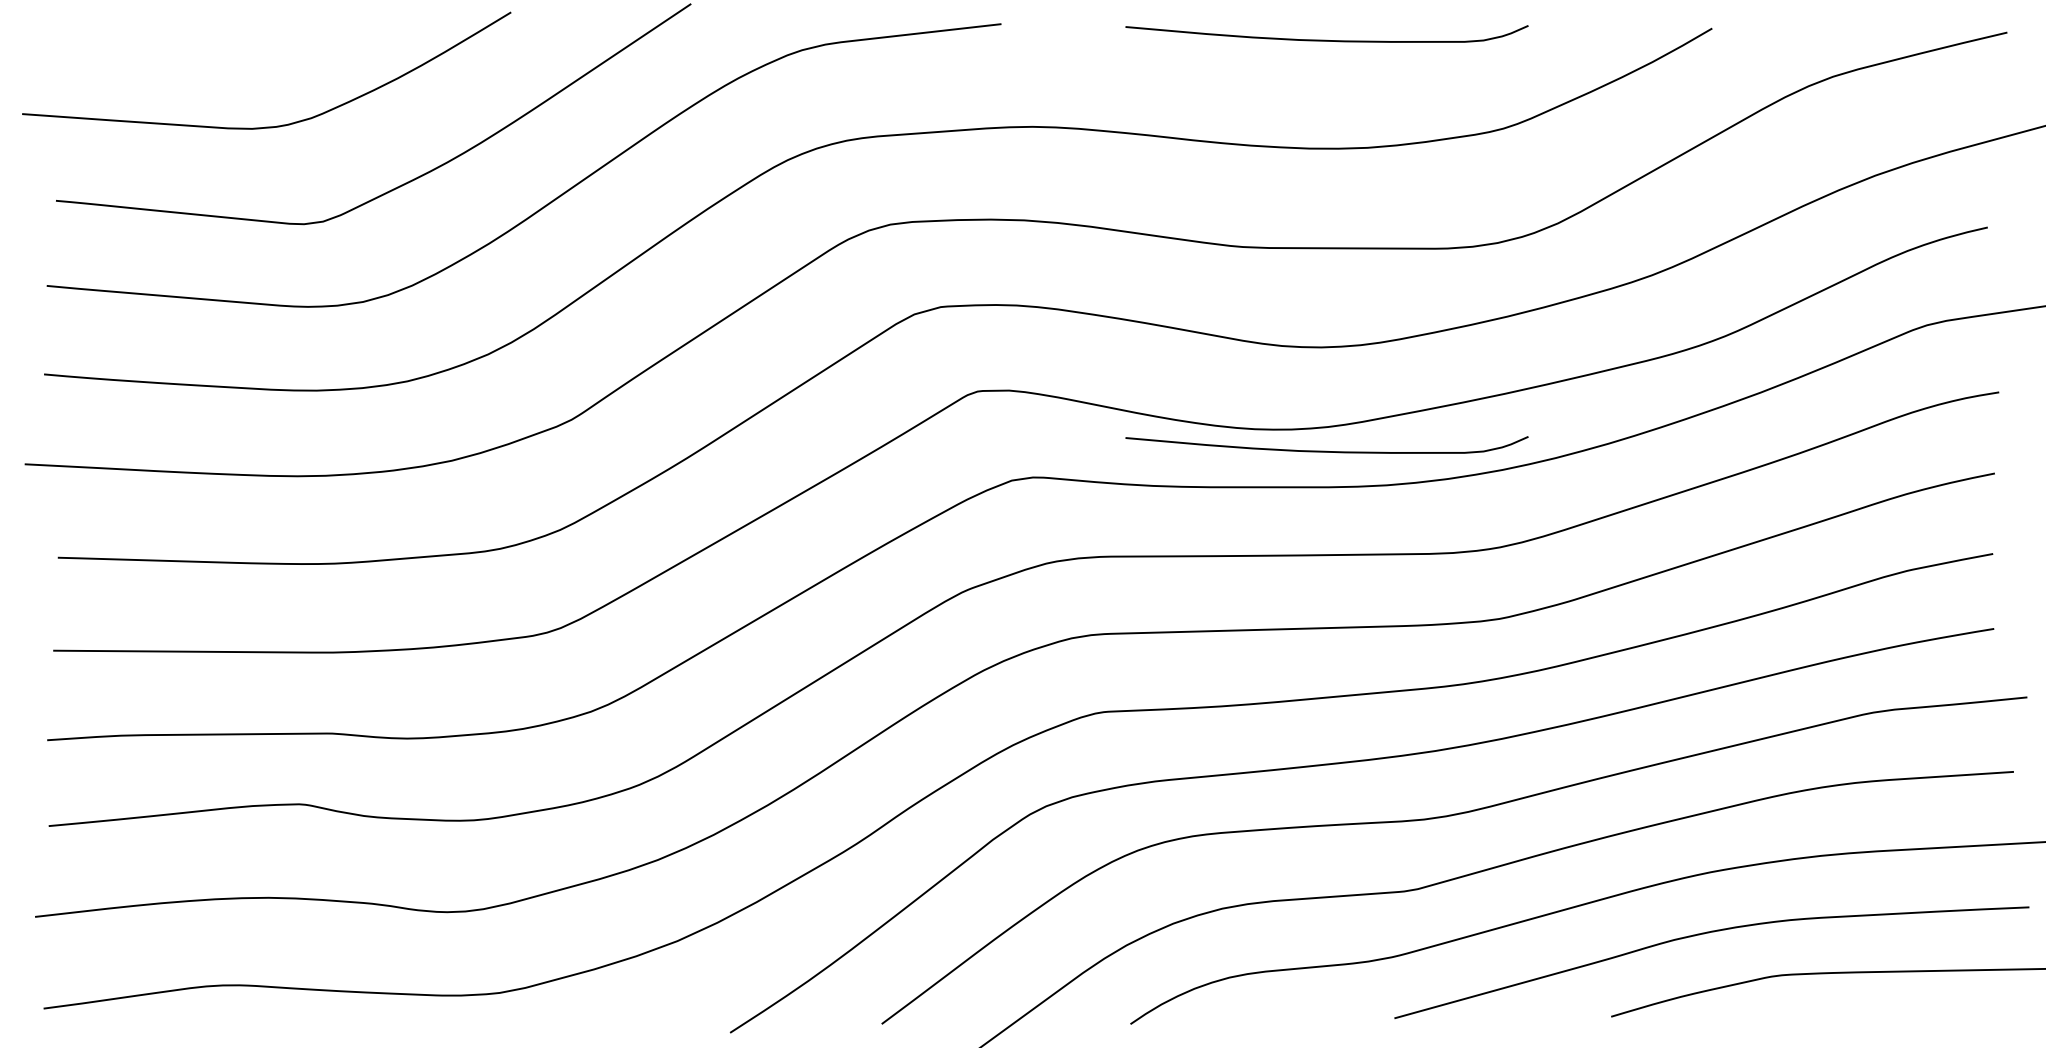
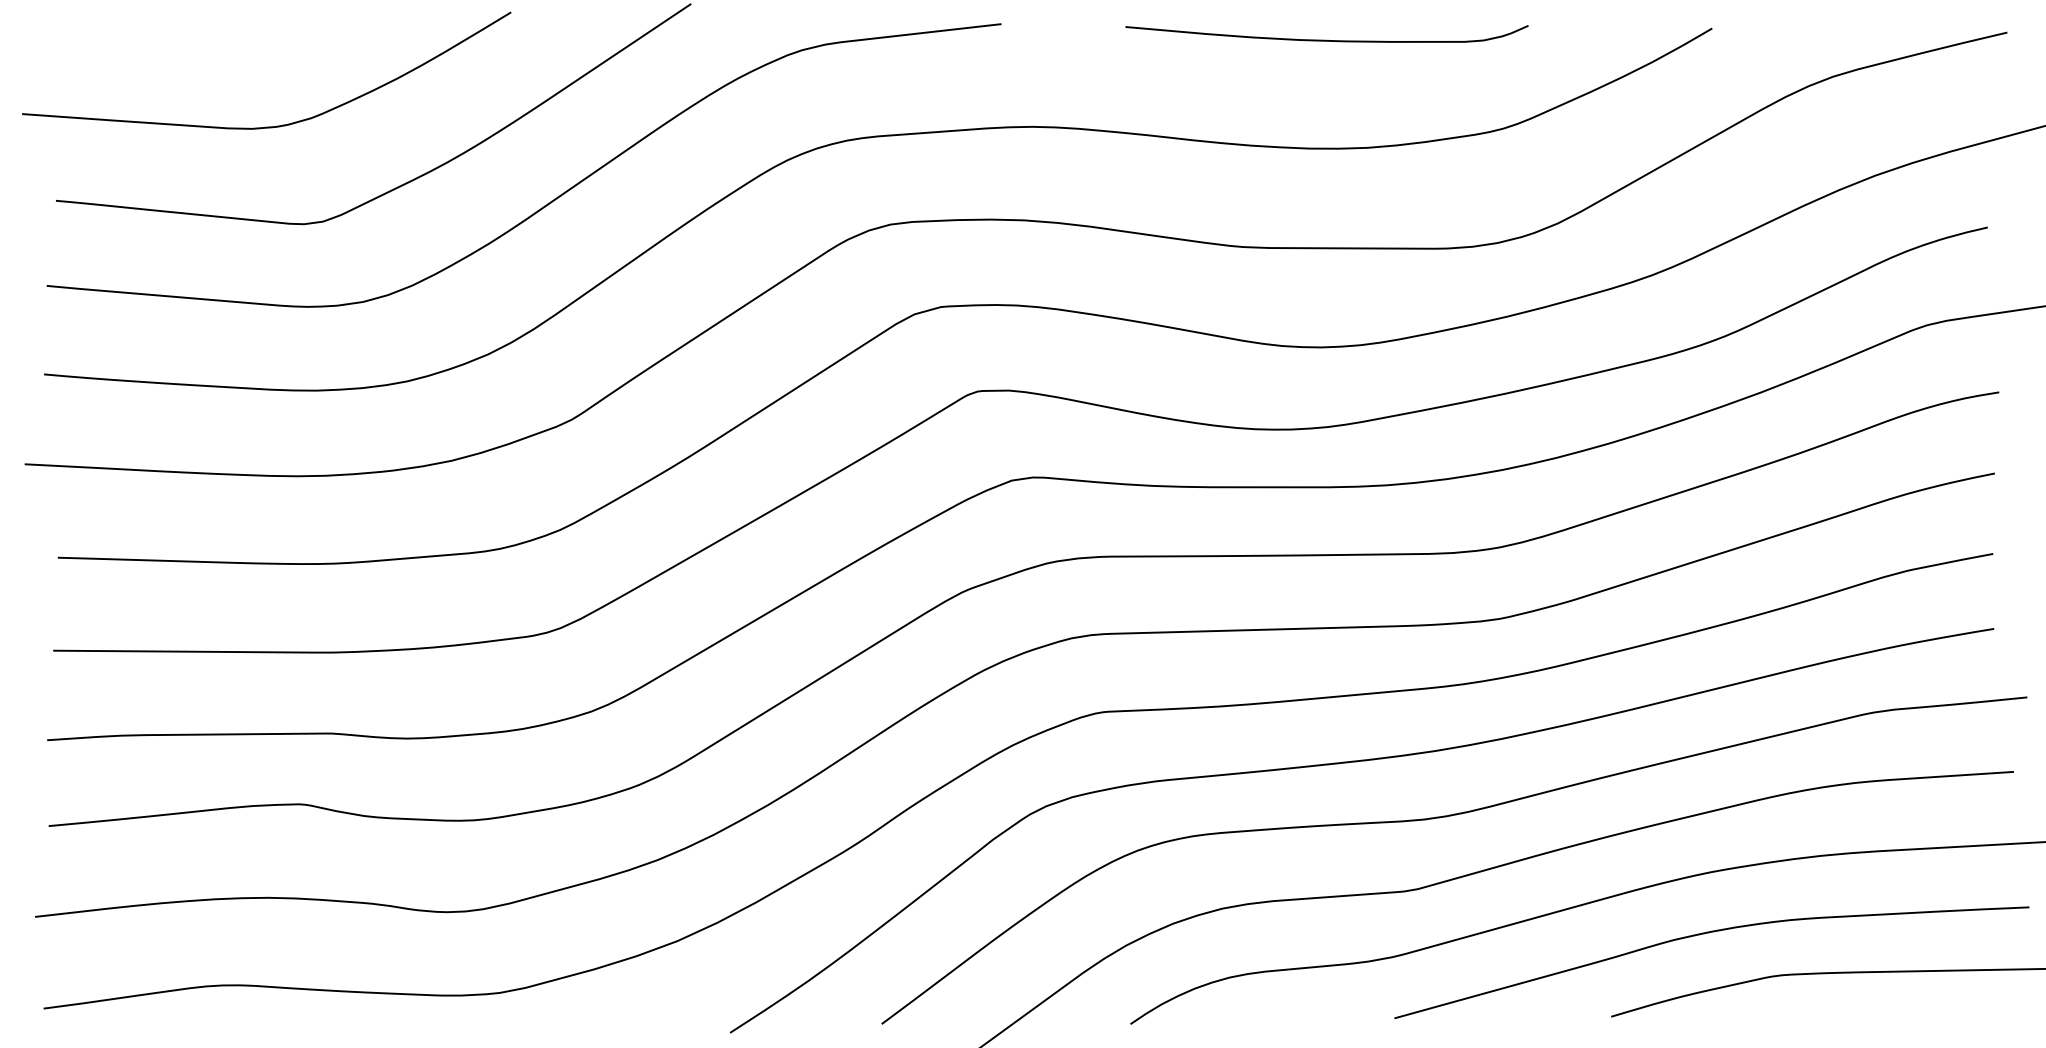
curve at (1326, 450): present -> none
